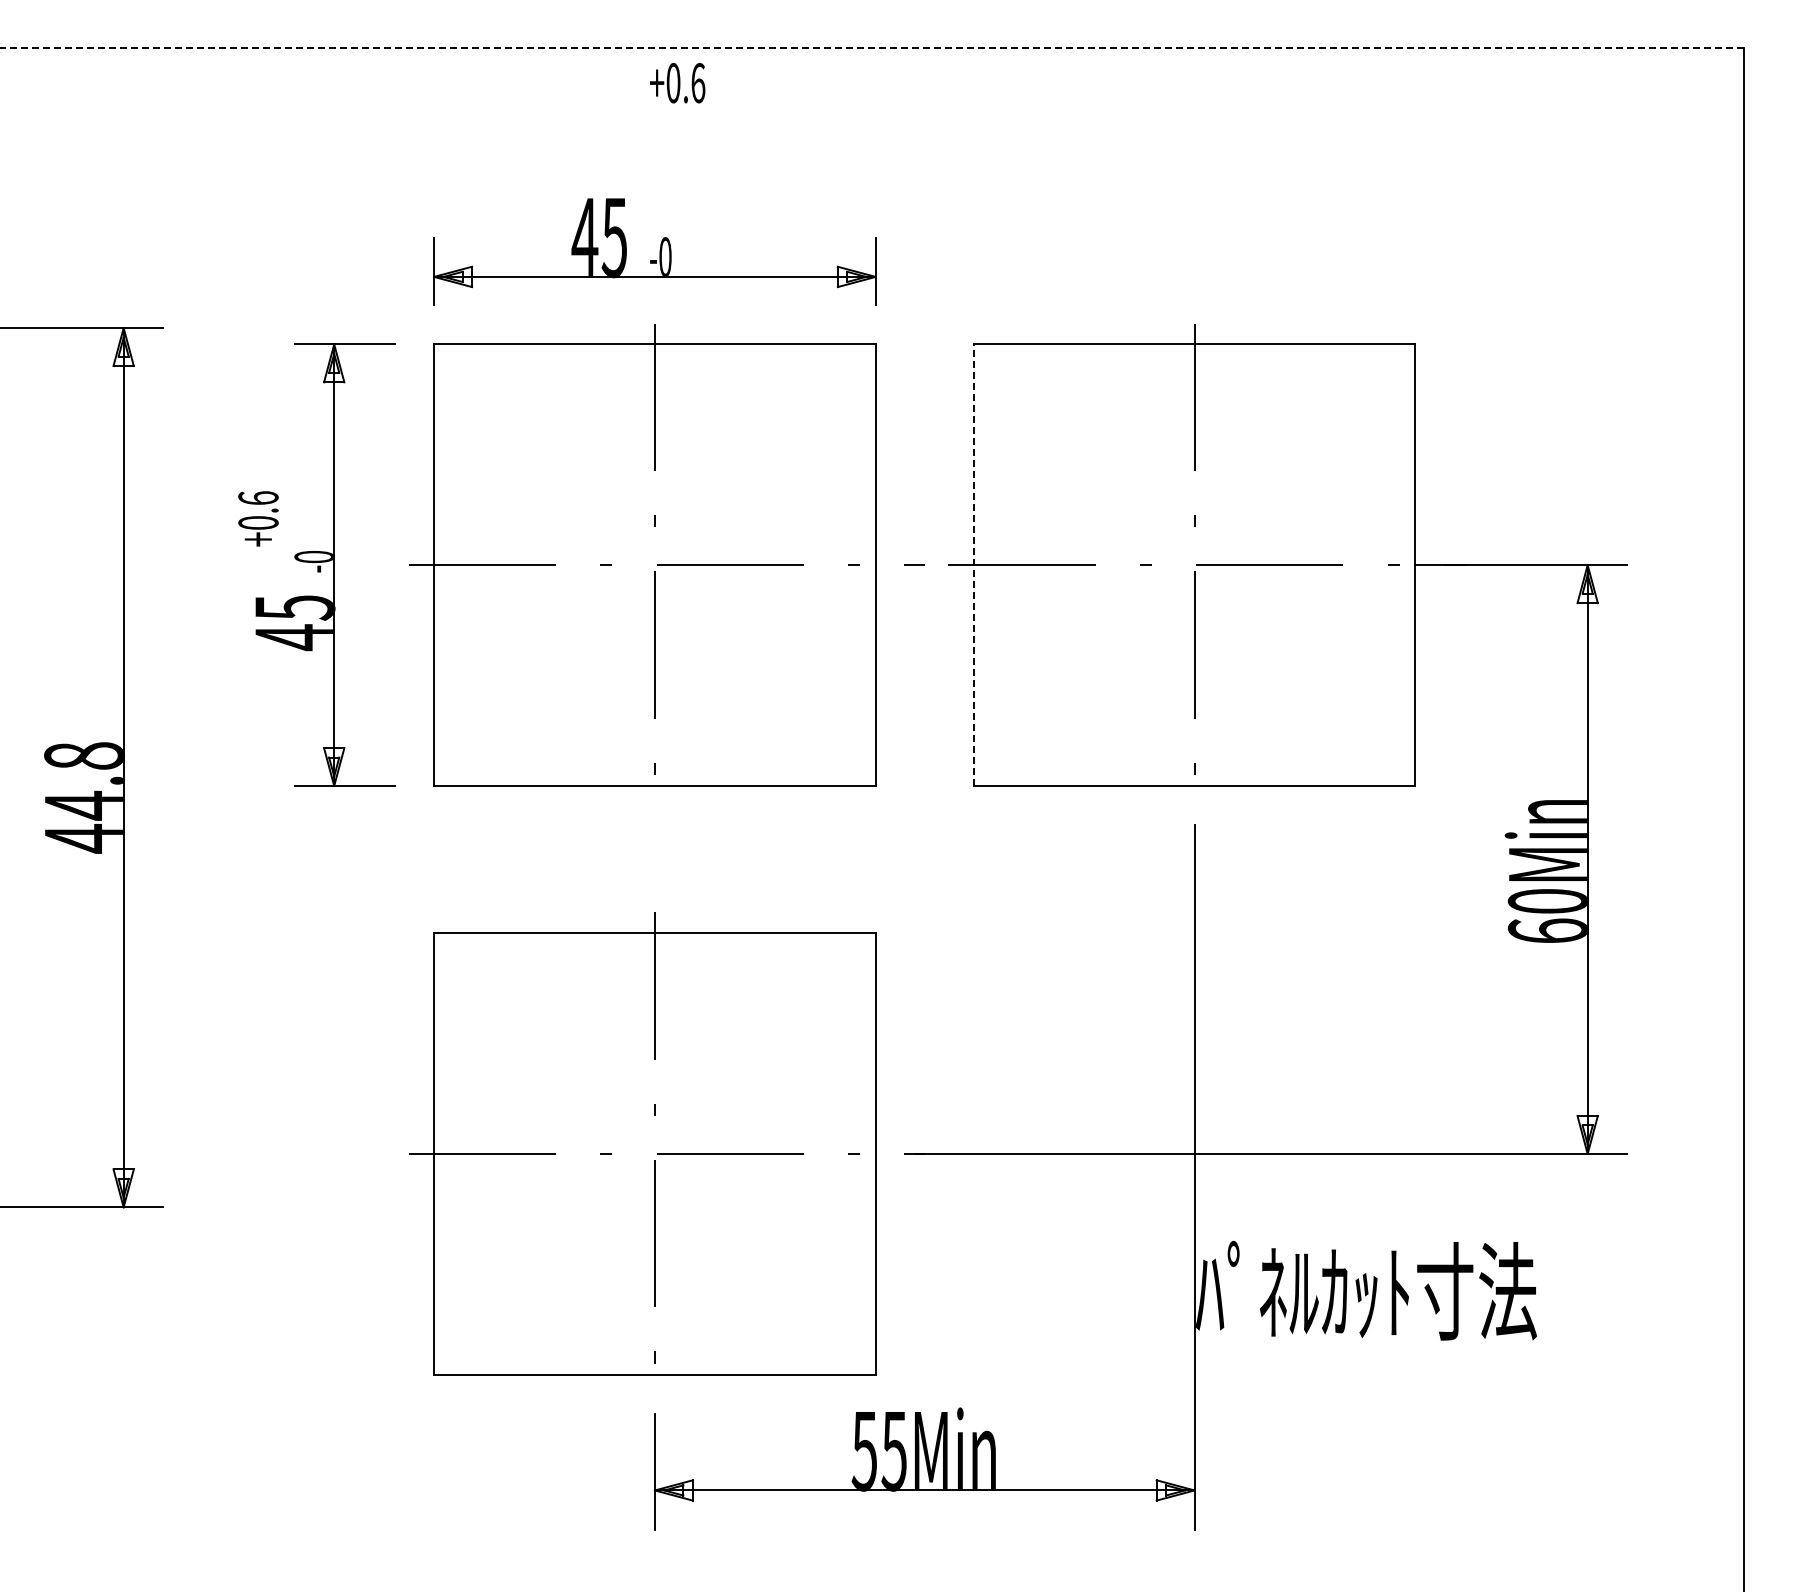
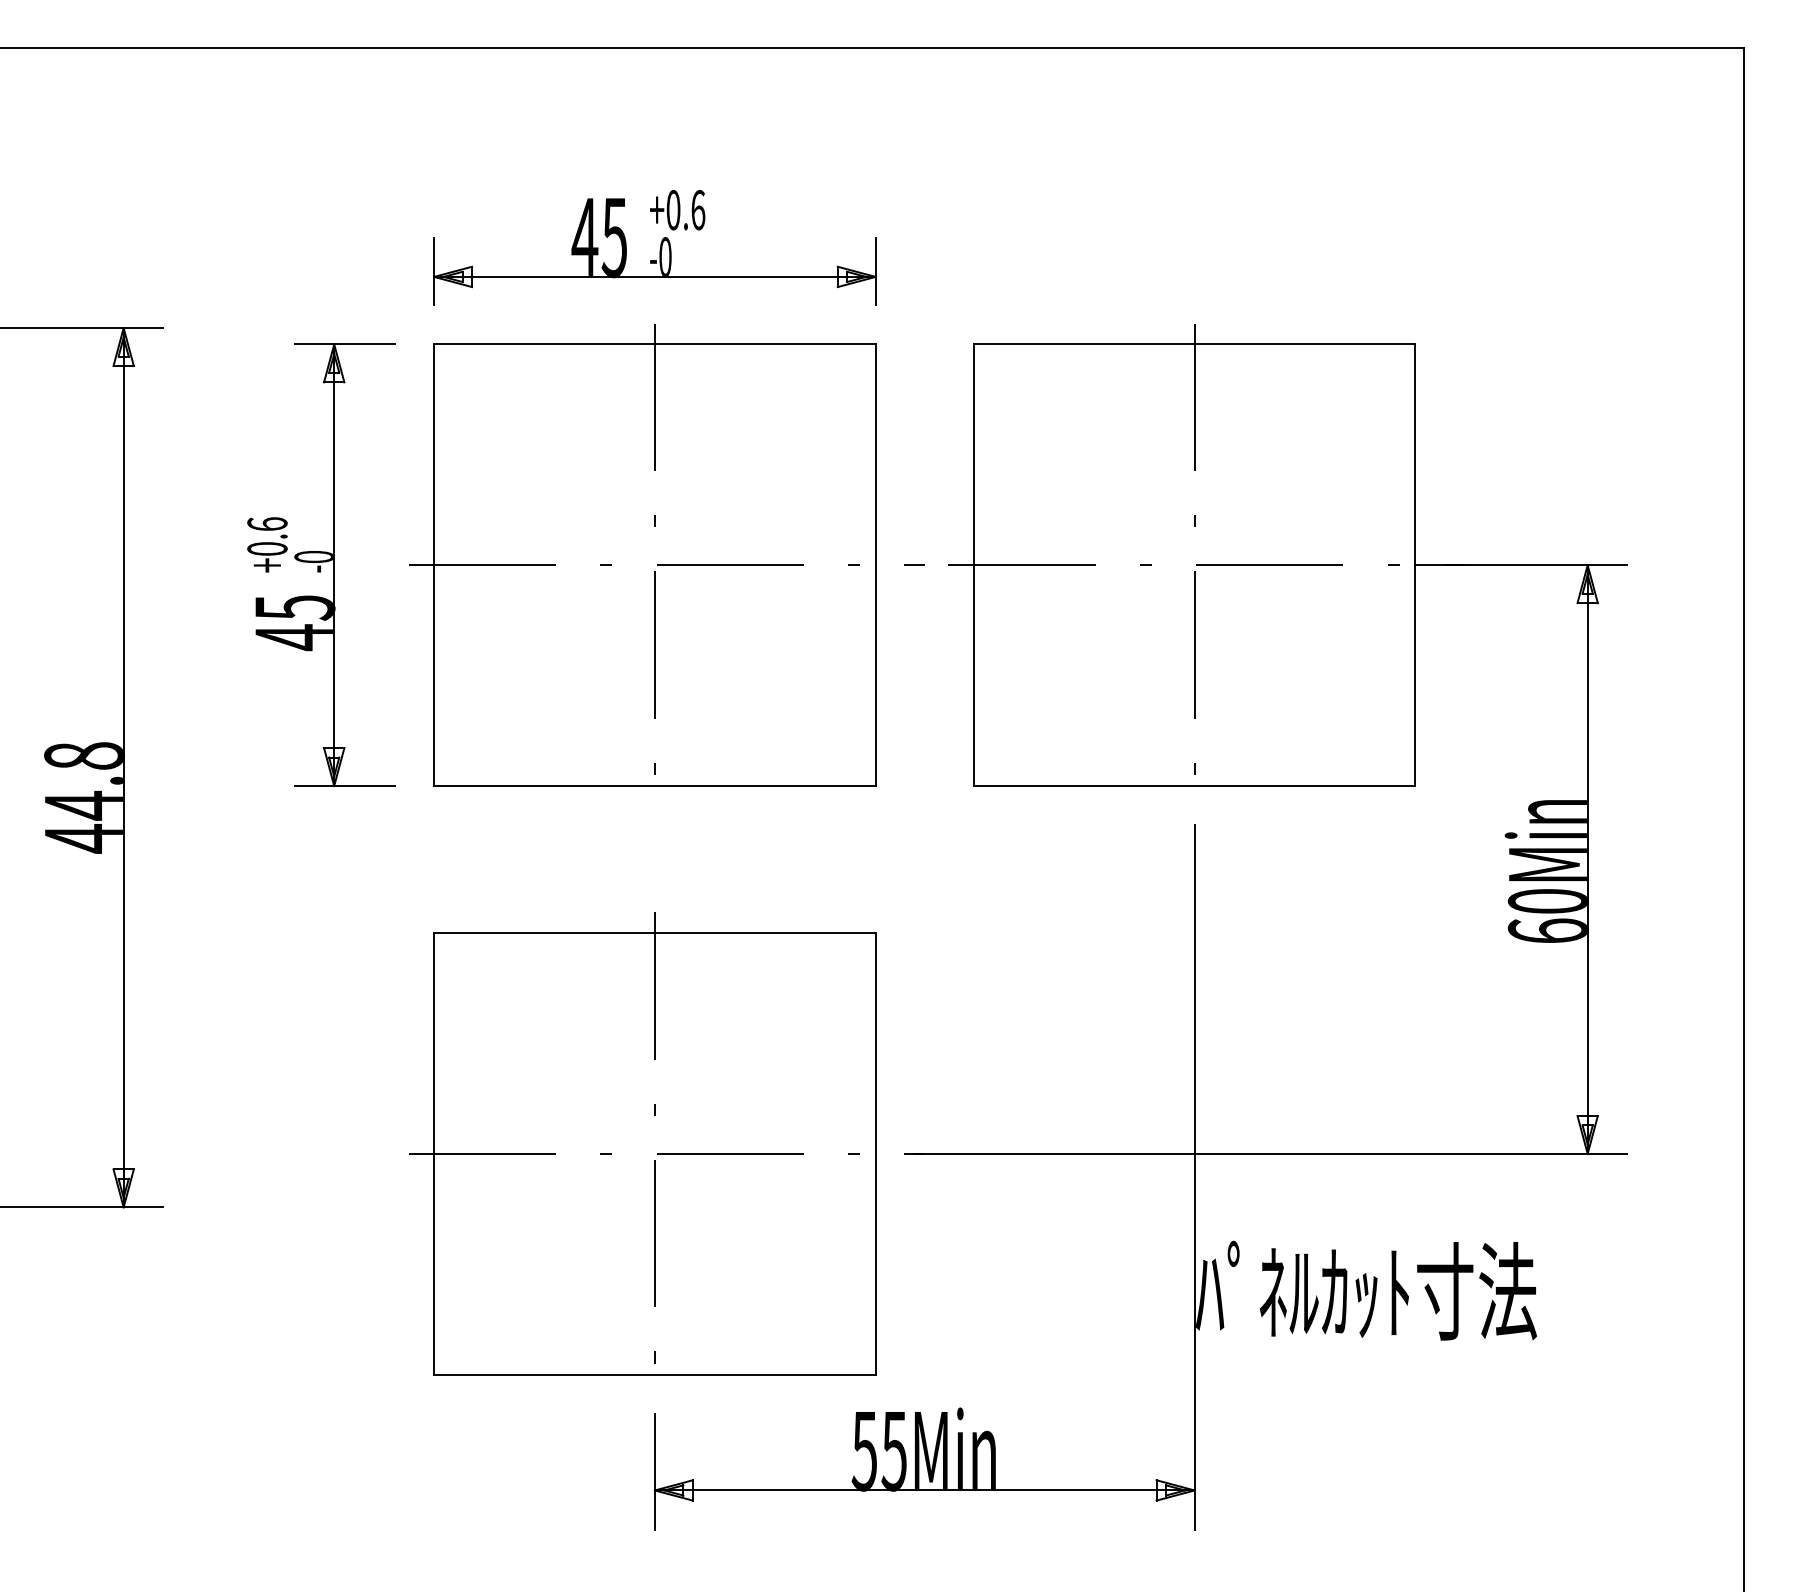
line at (872, 47): dashed -> solid
text at (677, 83) position: (677, 83) -> (677, 210)
text at (258, 518) position: (258, 518) -> (267, 544)
line at (973, 565): dashed -> solid
